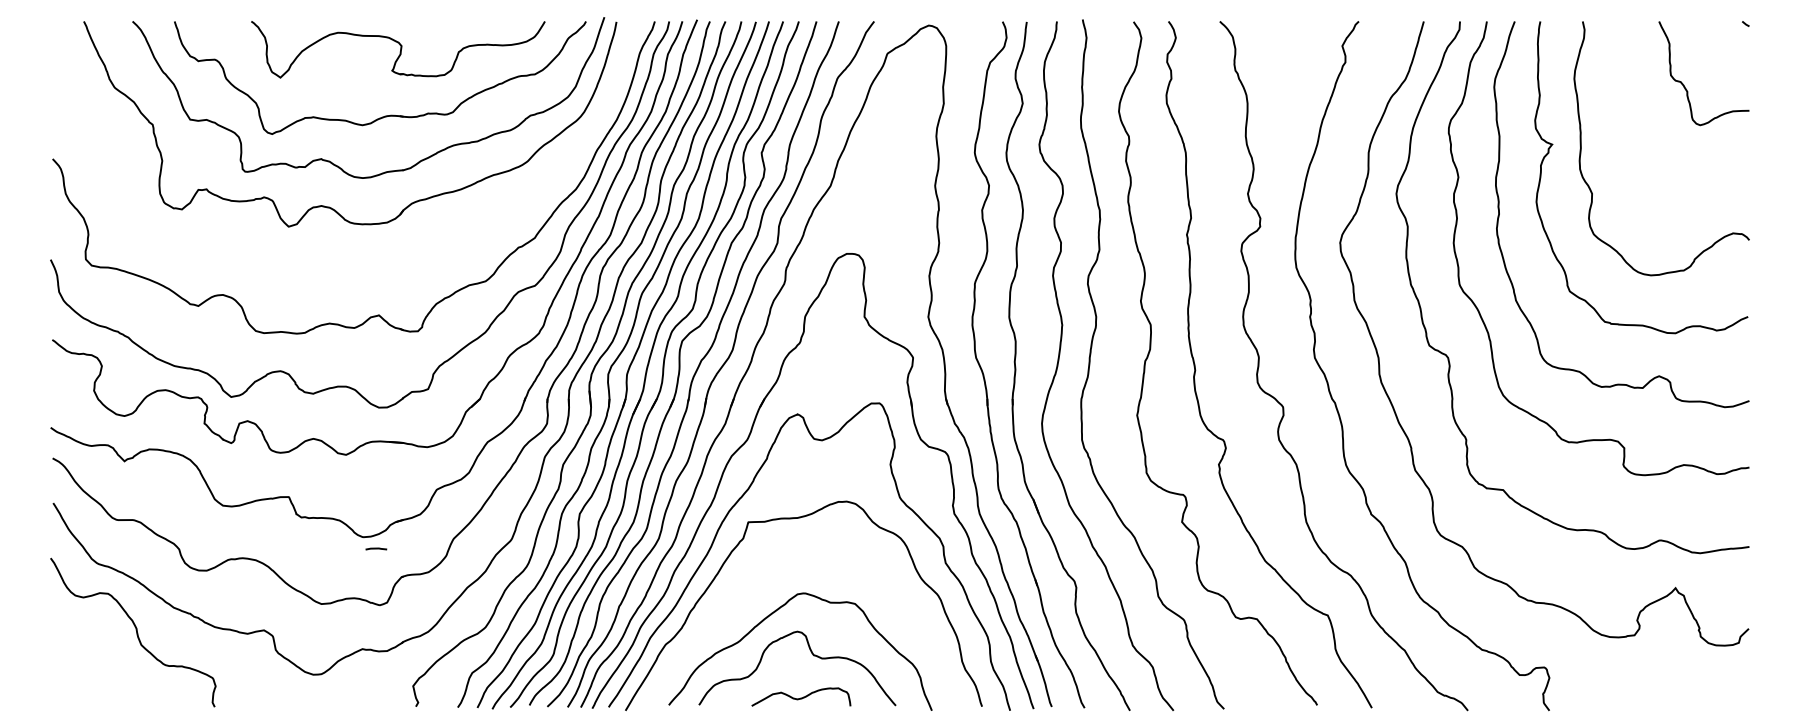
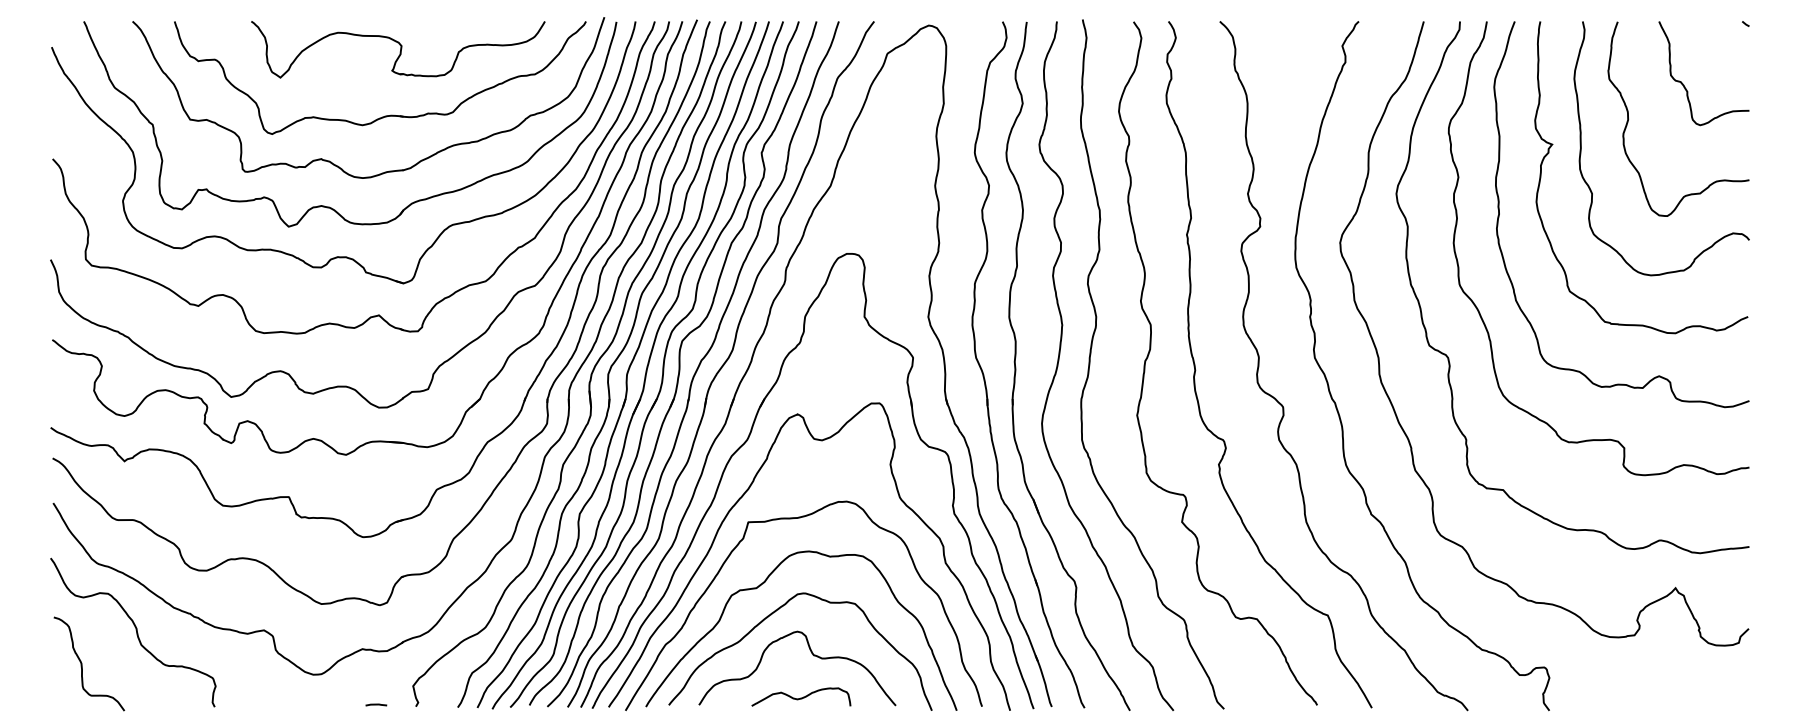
curve at (1629, 119): none -> present
part at (343, 256): none -> present
line at (376, 548) position: (376, 548) -> (376, 704)
curve at (764, 583): none -> present
curve at (82, 663): none -> present
